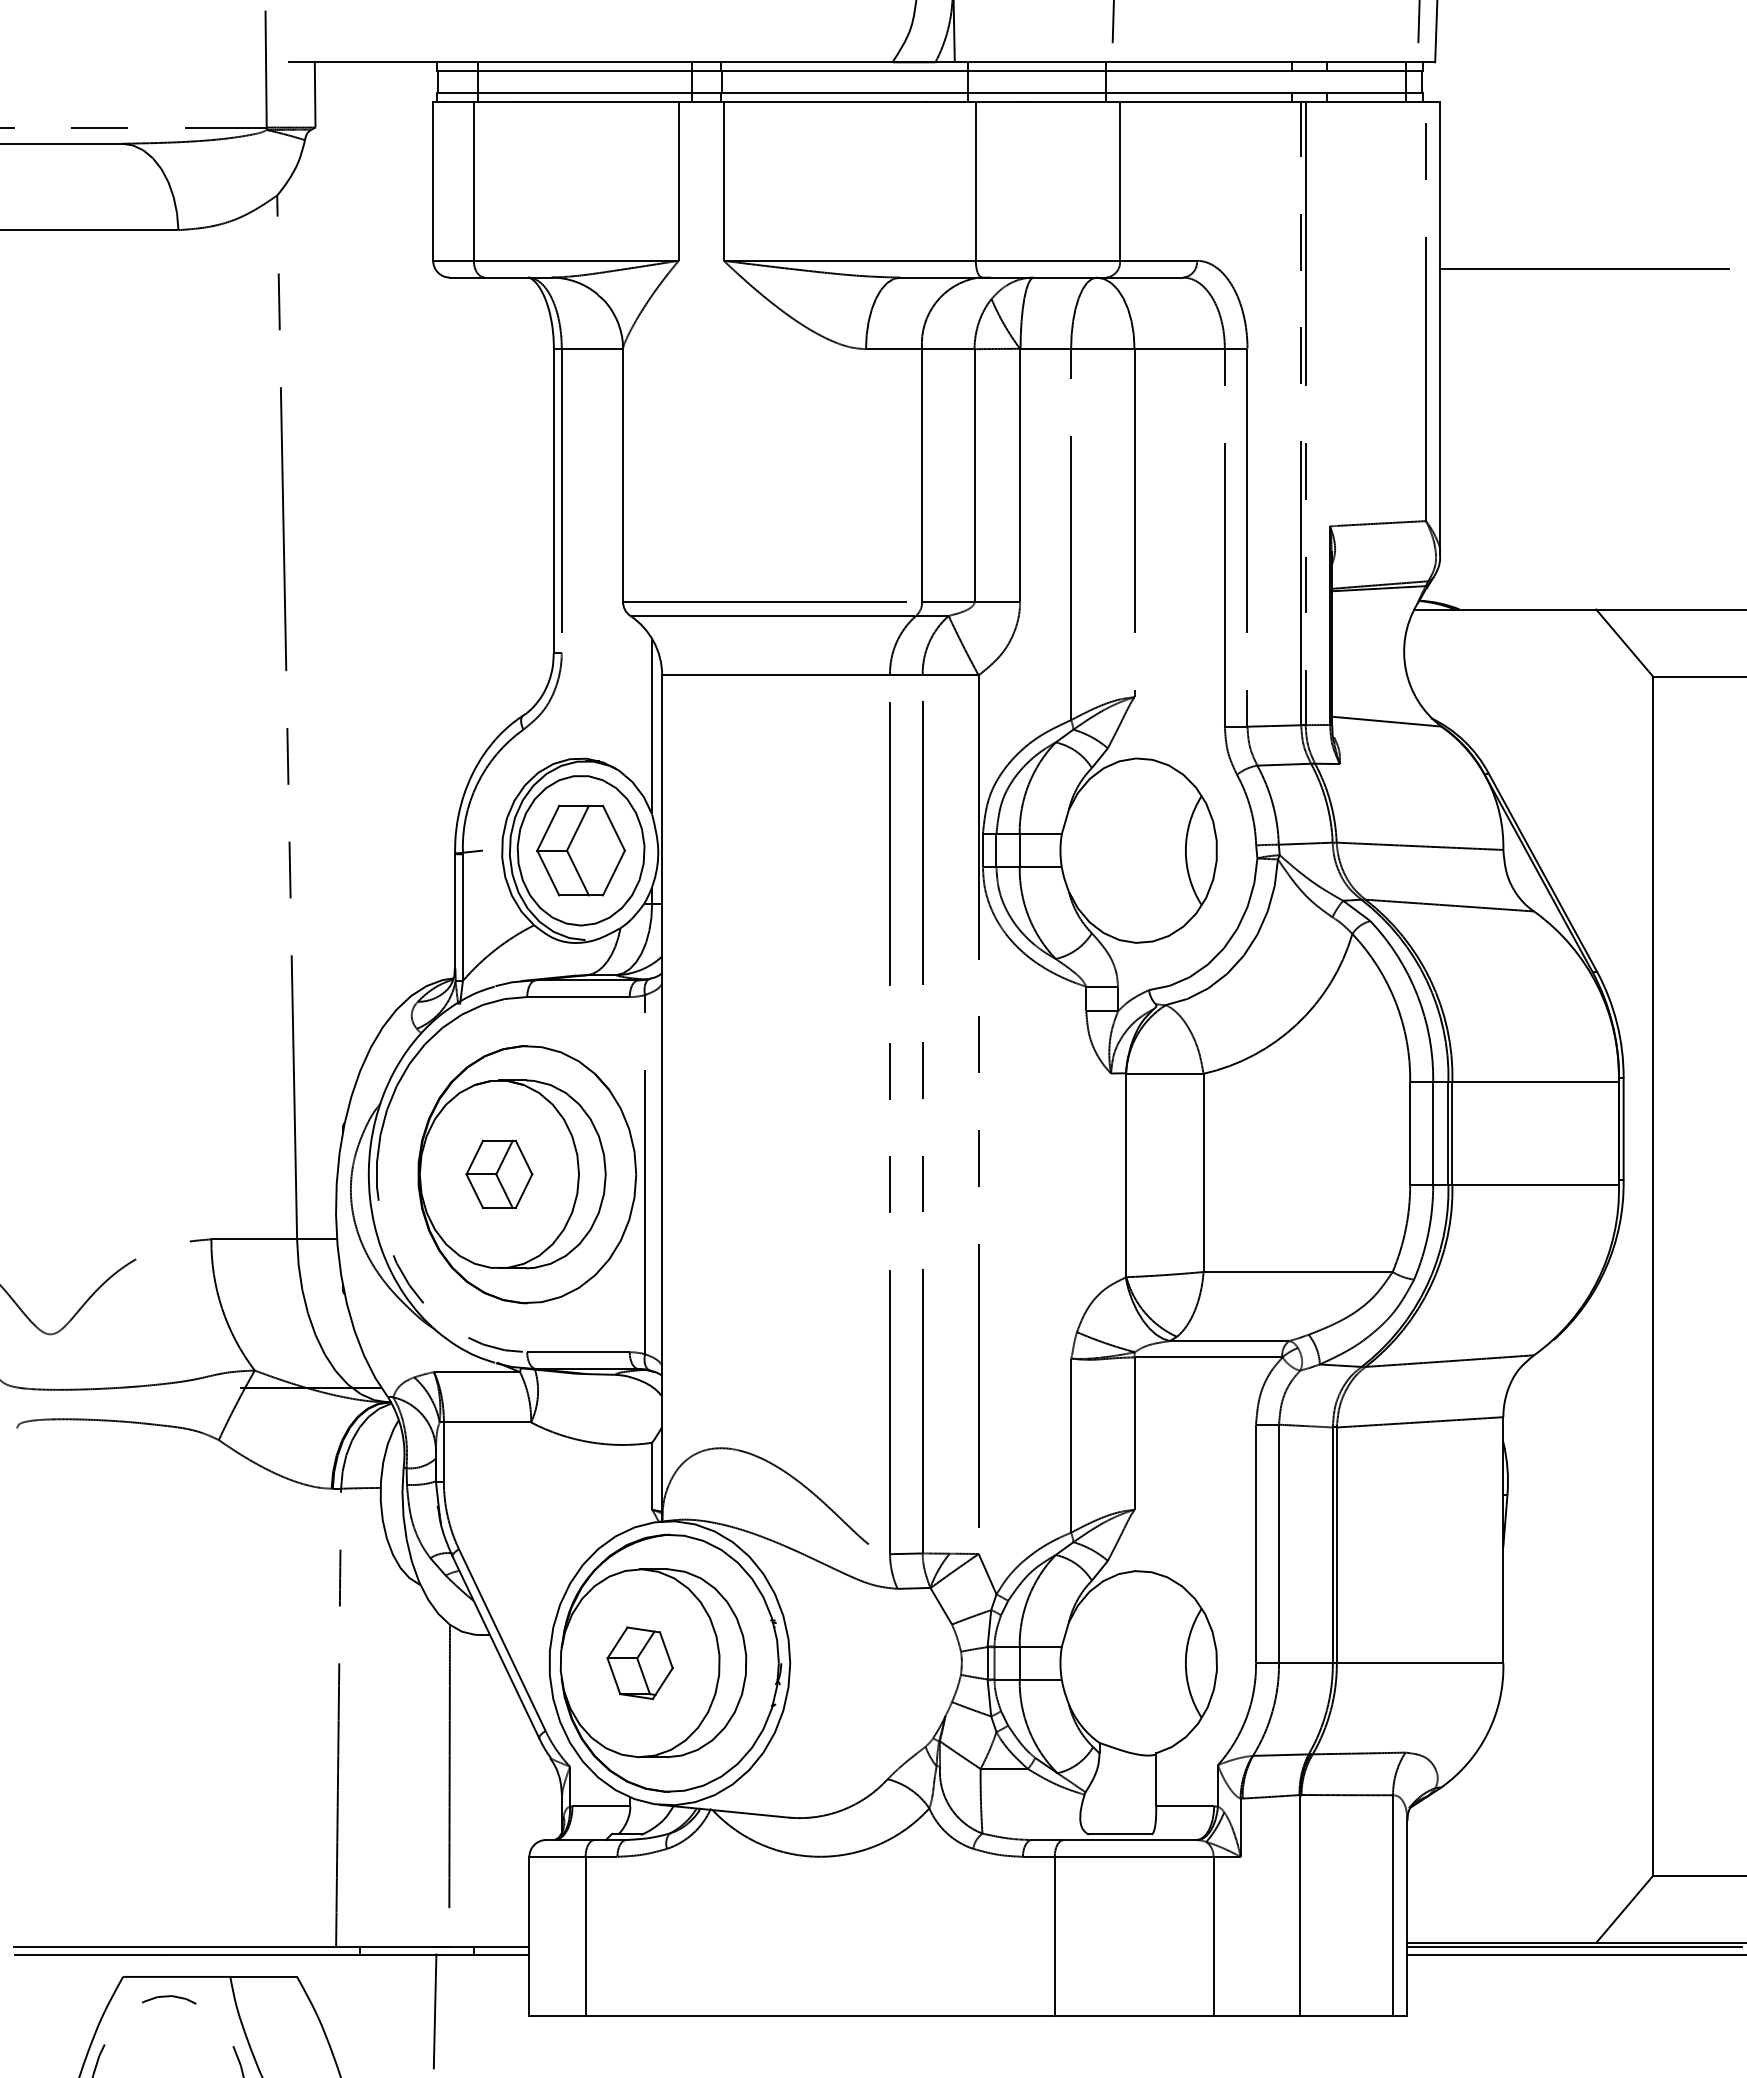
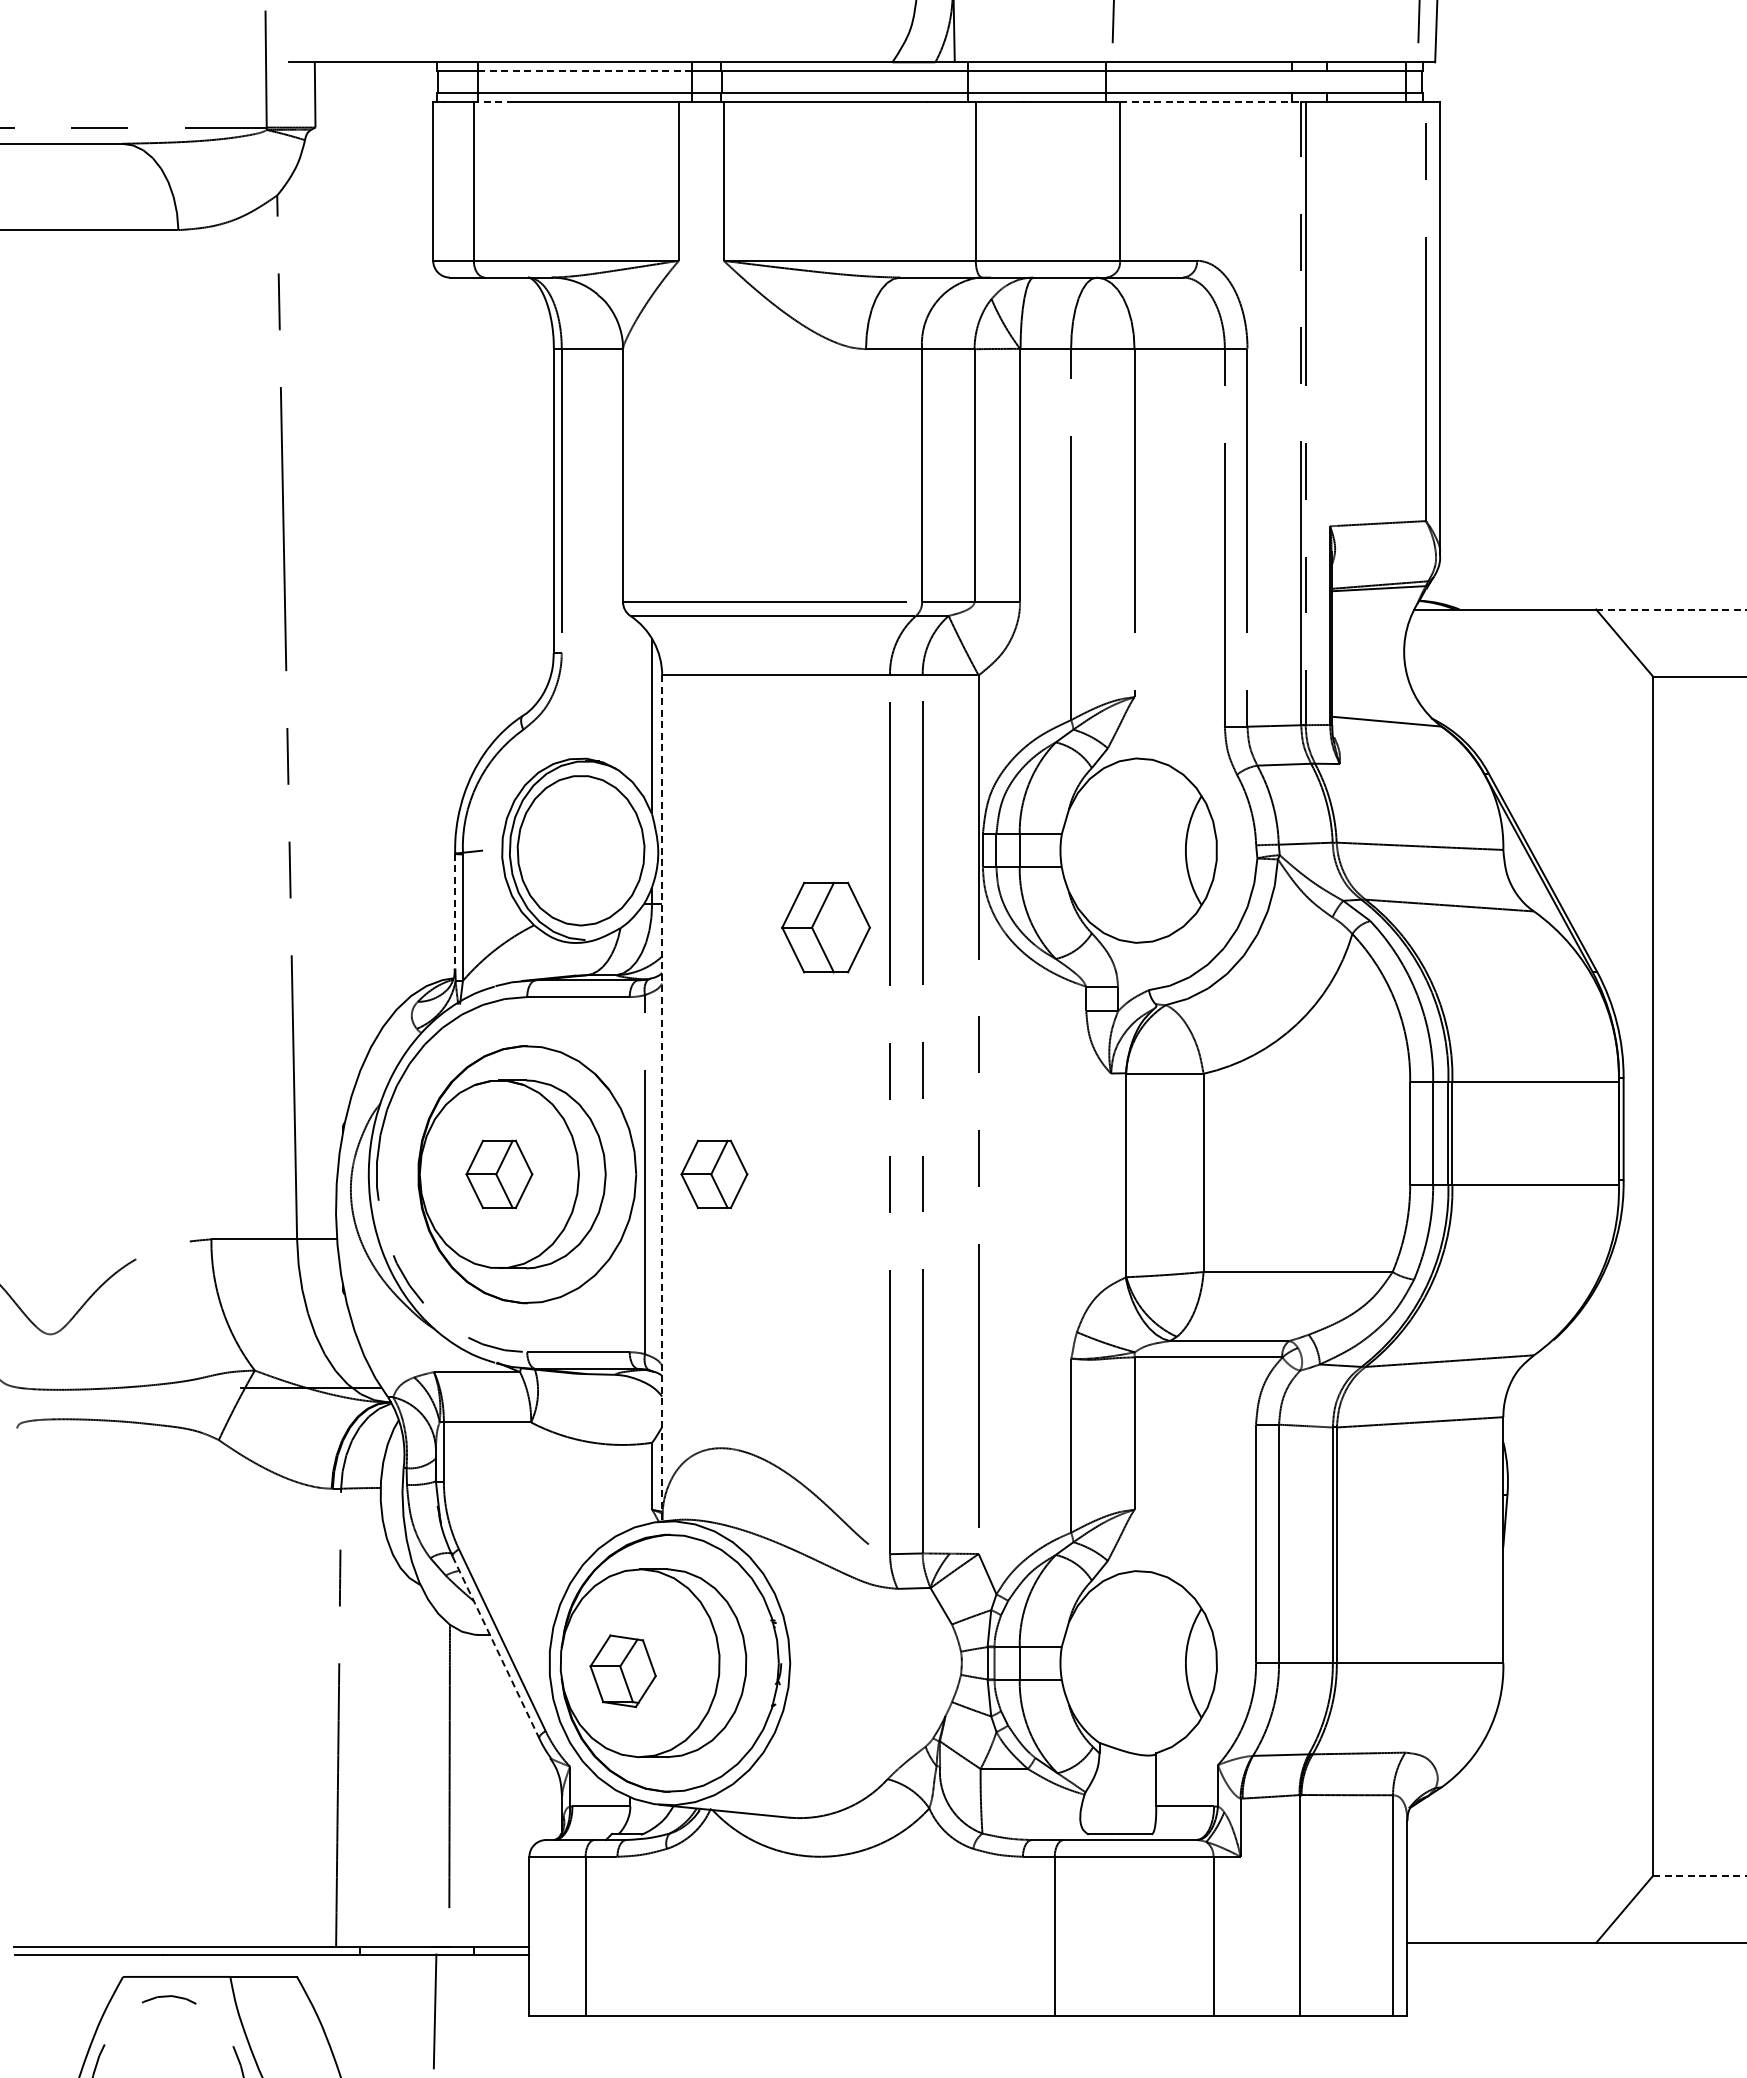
line at (585, 71): solid -> dashed
line at (495, 101): solid -> dashed
line at (1210, 101): solid -> dashed
line at (1584, 269): present -> none
line at (1671, 609): solid -> dashed
part at (580, 850) position: (580, 850) -> (825, 927)
line at (455, 911): solid -> dashed
line at (662, 1098): solid -> dashed
part at (714, 1173): none -> present
line at (495, 1647): solid -> dashed
part at (639, 1663) position: (639, 1663) -> (622, 1671)
line at (1699, 1875): solid -> dashed
line at (1574, 1947): present -> none
line at (1575, 1954): present -> none
